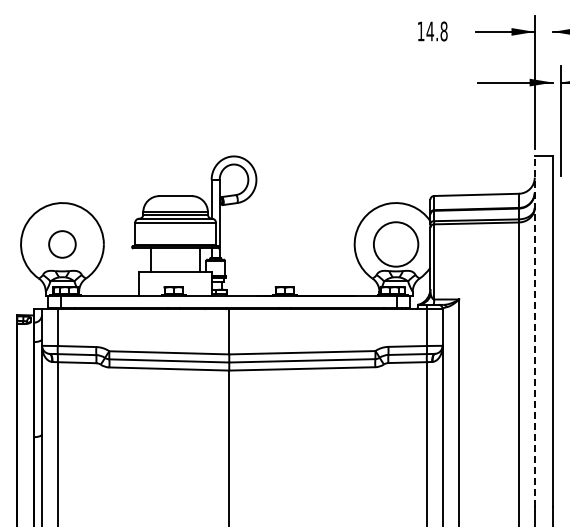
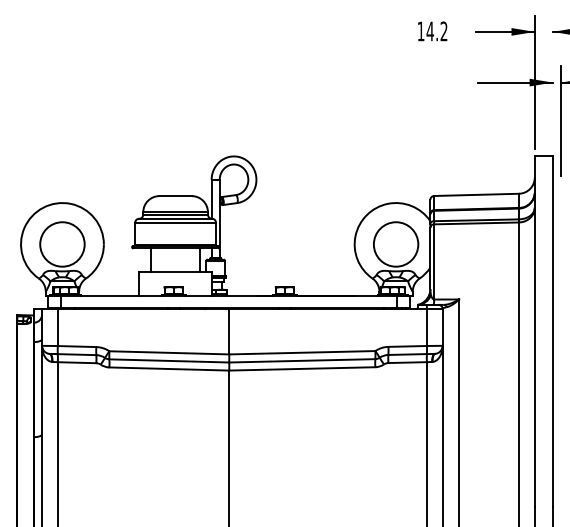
text at (443, 31): 14.8 -> 14.2
circle at (62, 244) diameter: 27 px -> 44 px
line at (534, 331): dashed -> solid
